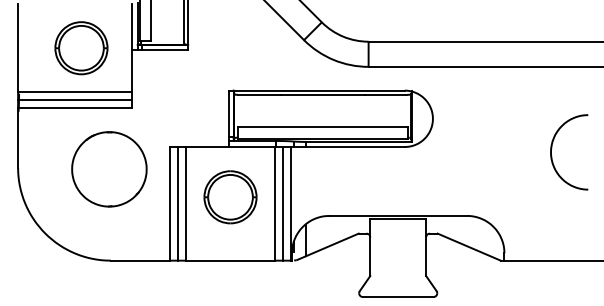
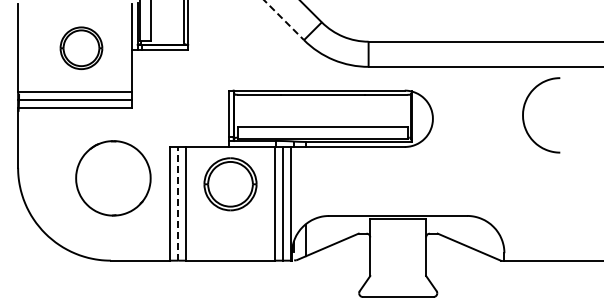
line at (284, 20): solid -> dashed
part at (81, 48) size: 55x55 px -> 45x44 px
curve at (552, 148) position: (552, 148) -> (524, 111)
part at (109, 169) position: (109, 169) -> (113, 178)
part at (230, 197) position: (230, 197) -> (230, 184)
line at (178, 203): solid -> dashed
